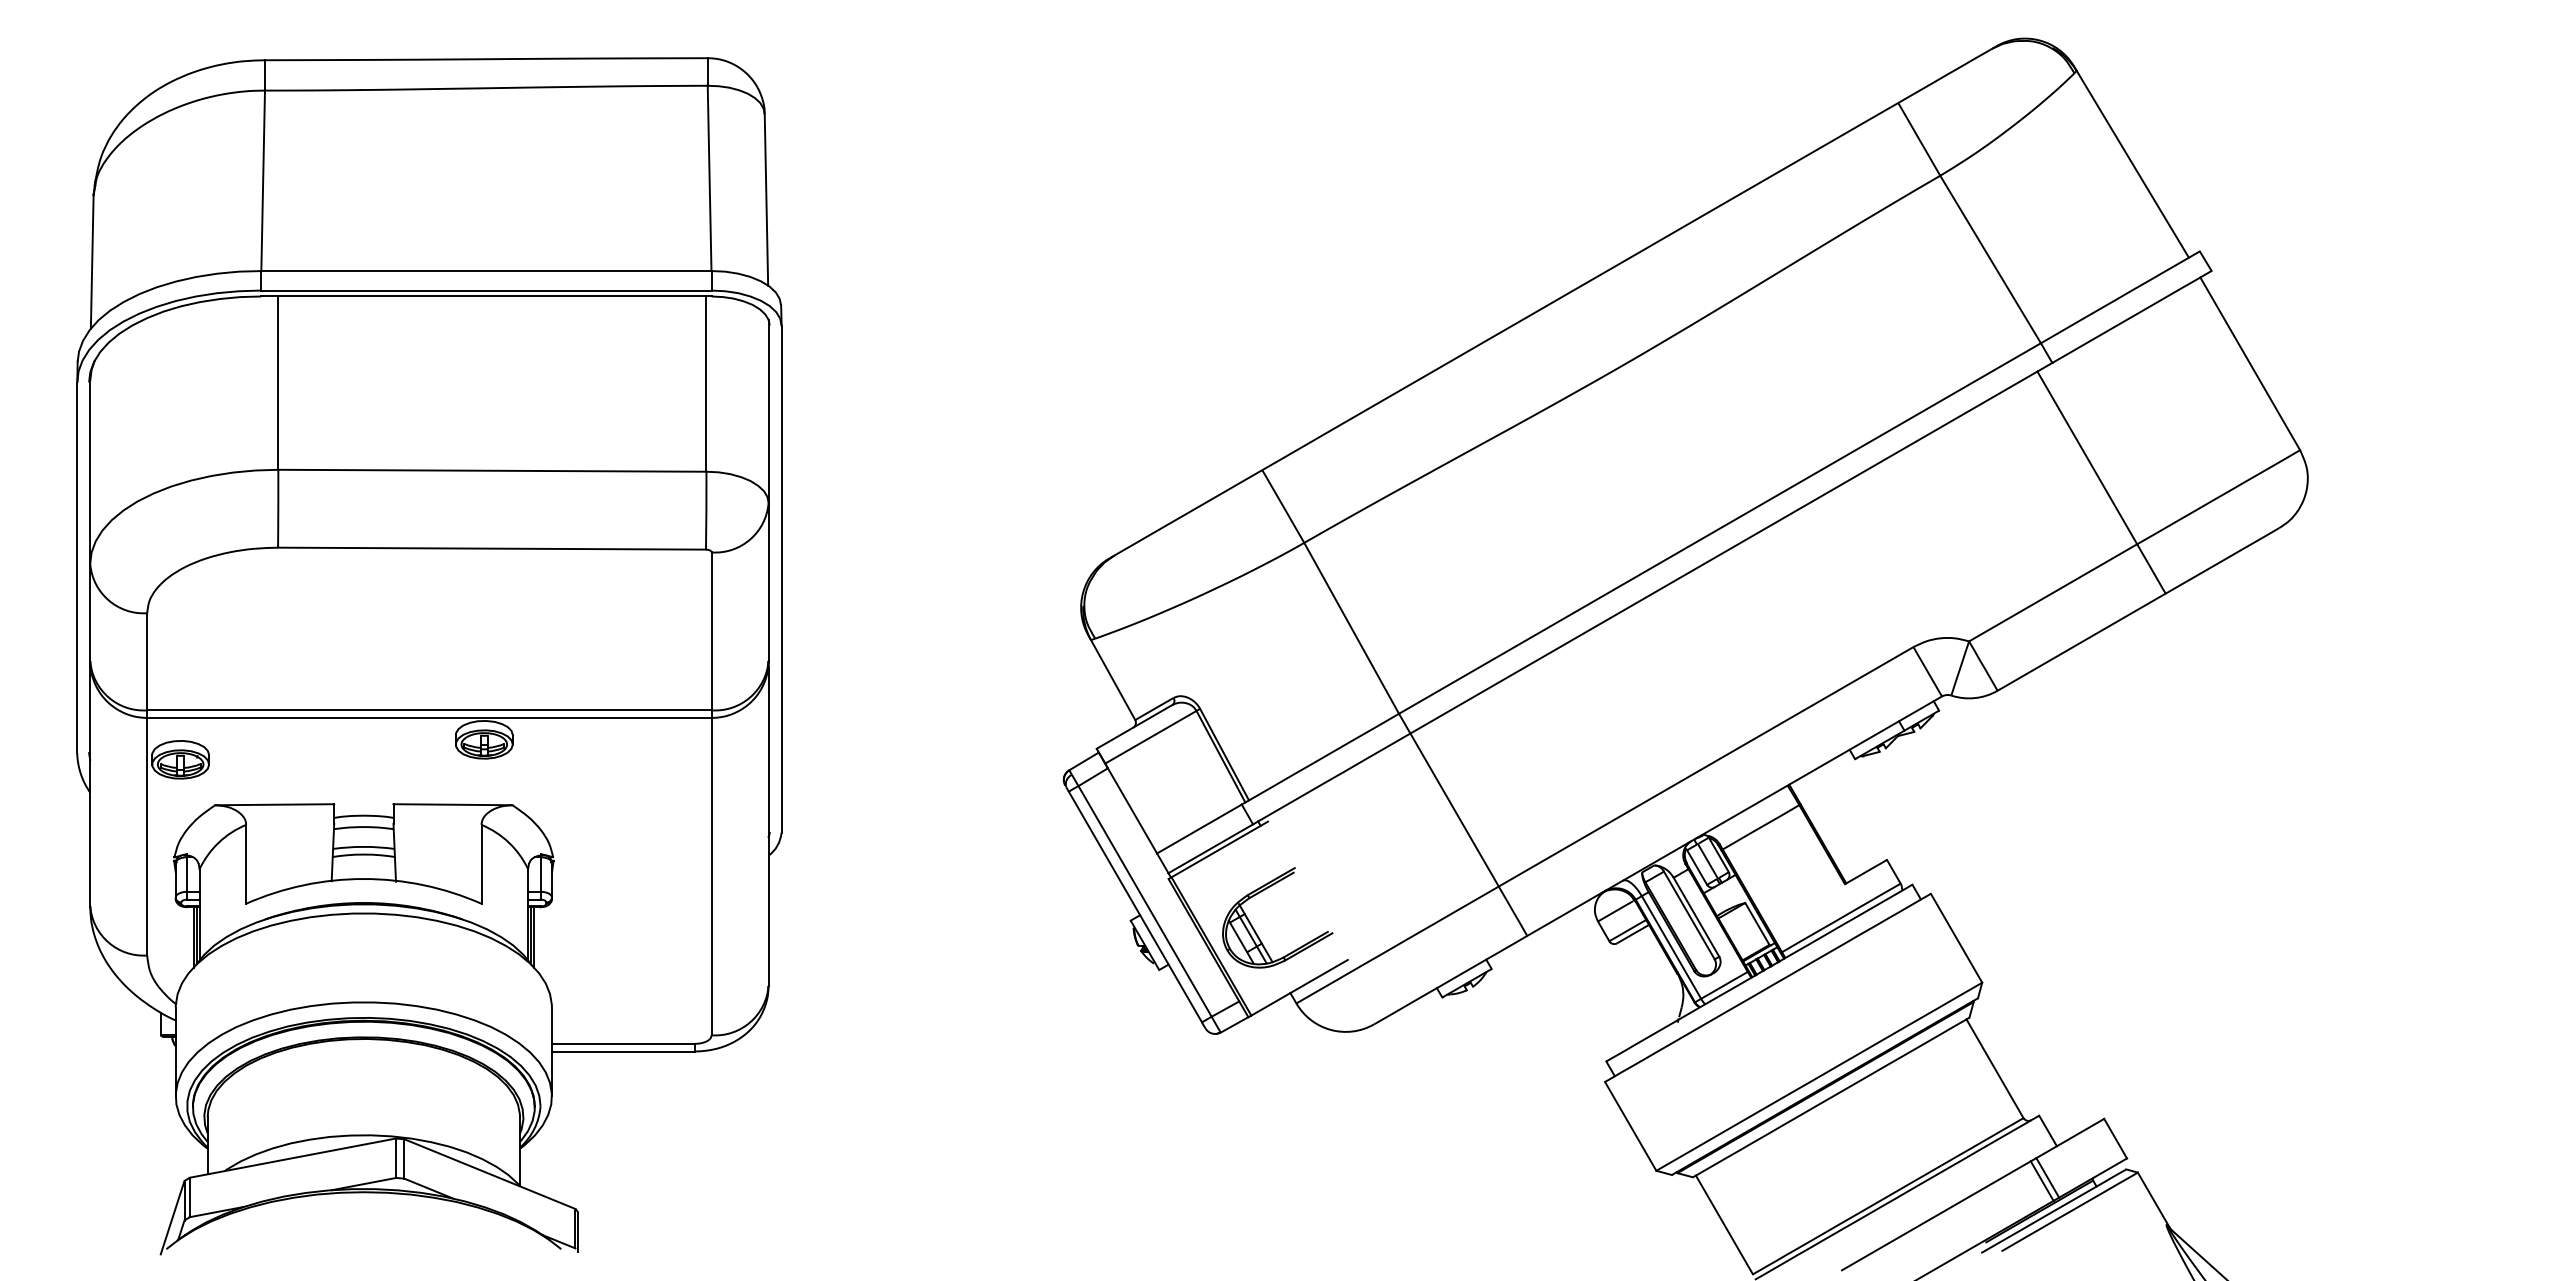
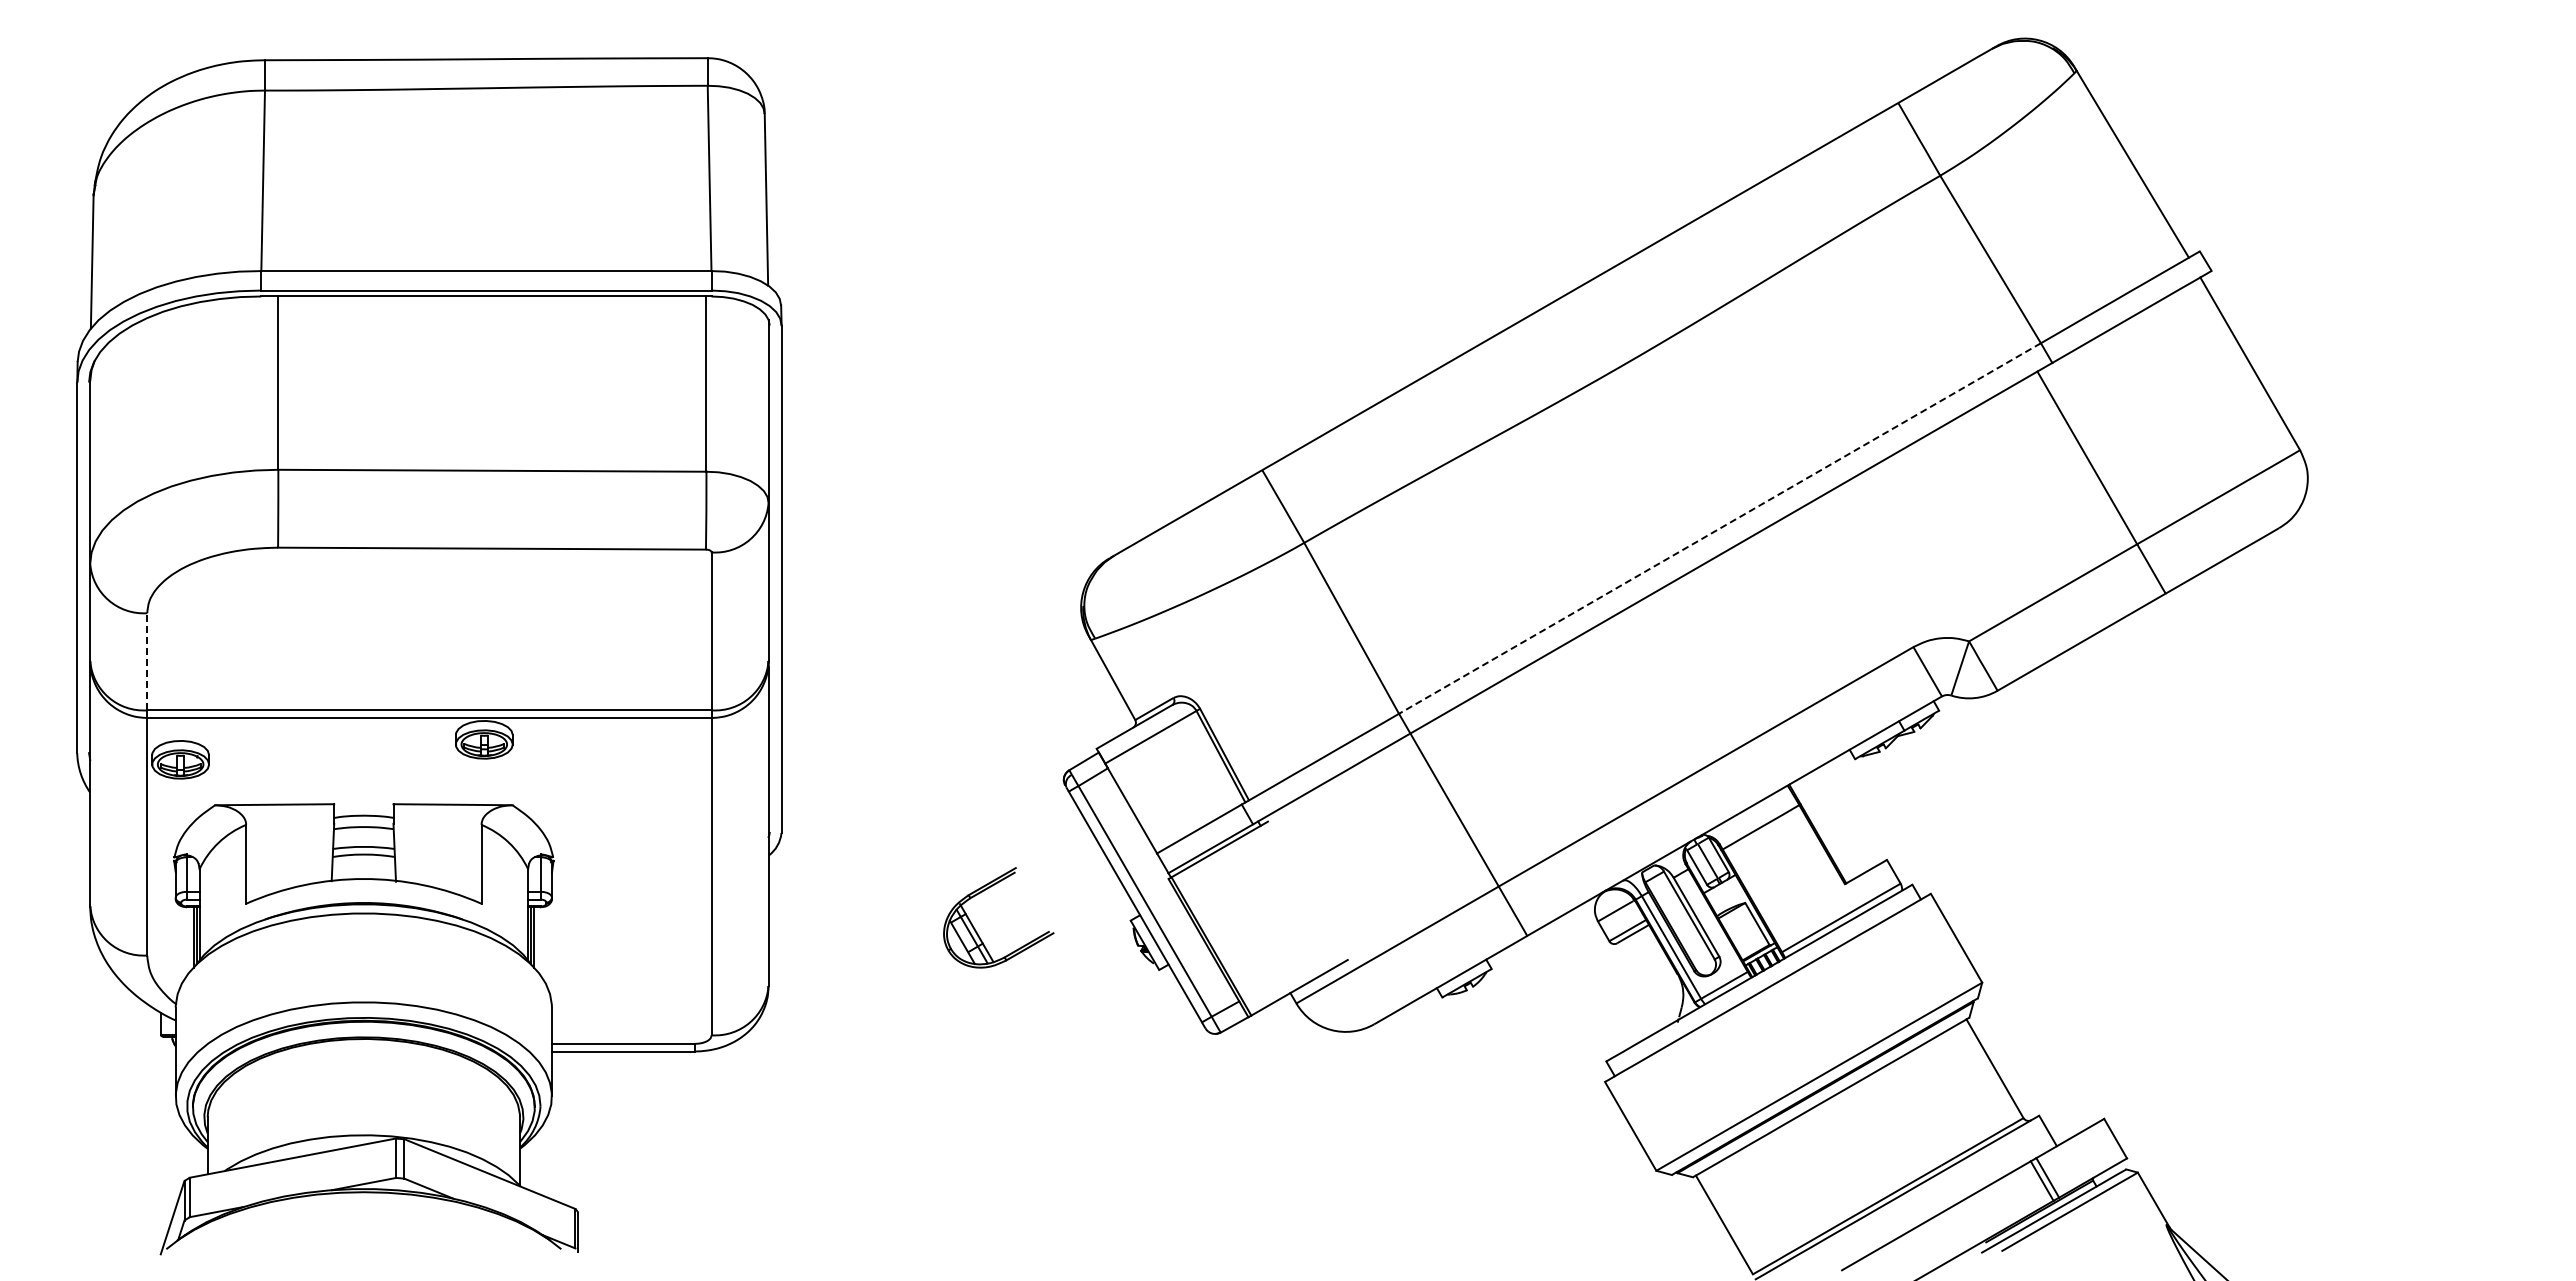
line at (1719, 528): solid -> dashed
line at (147, 661): solid -> dashed
part at (1254, 928) position: (1254, 928) -> (975, 928)
